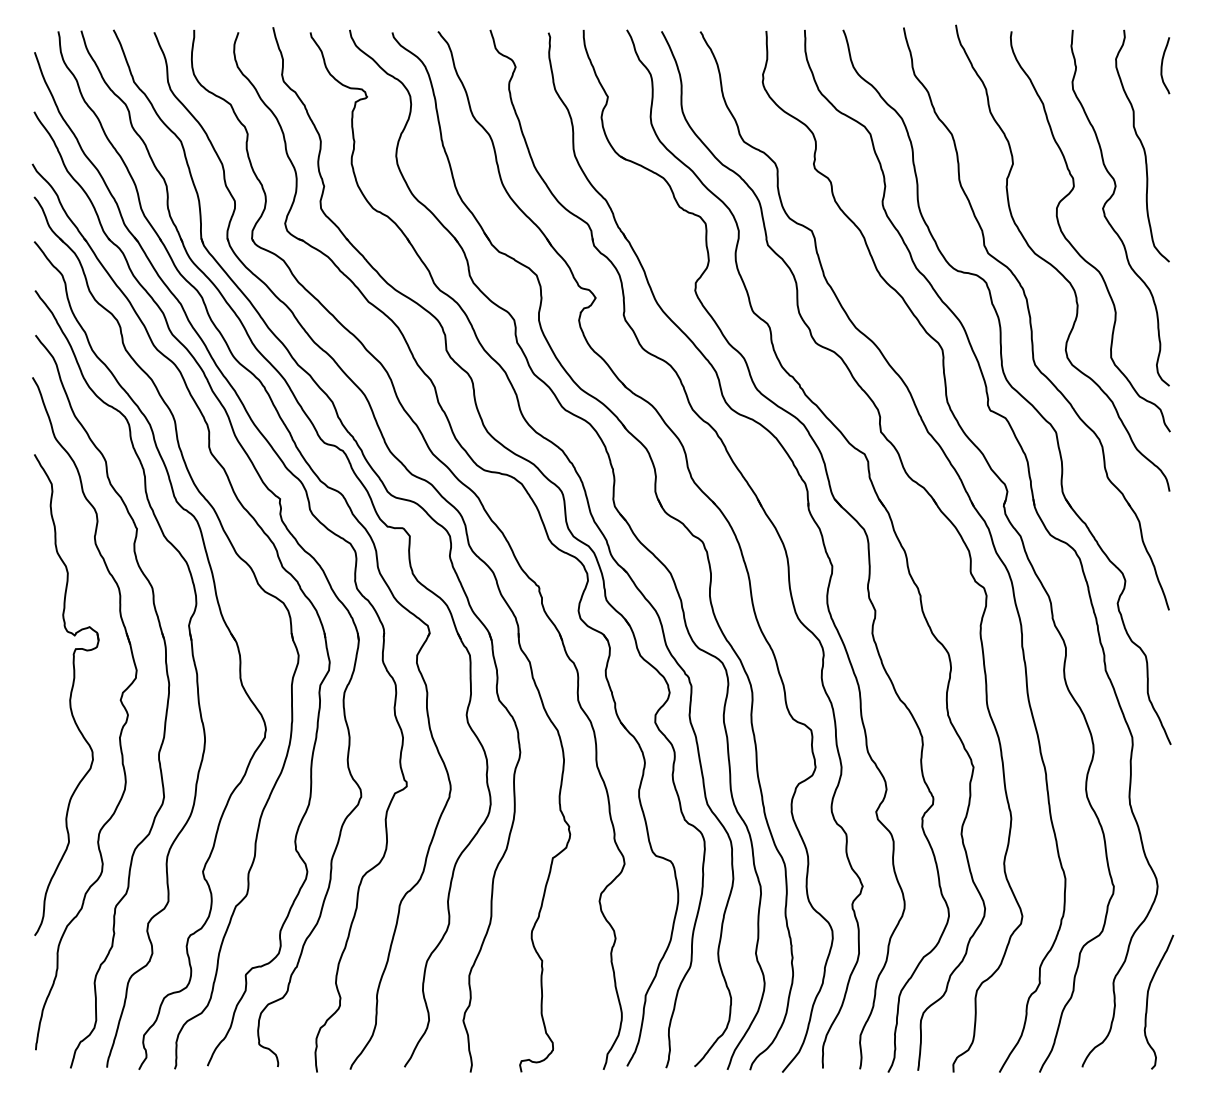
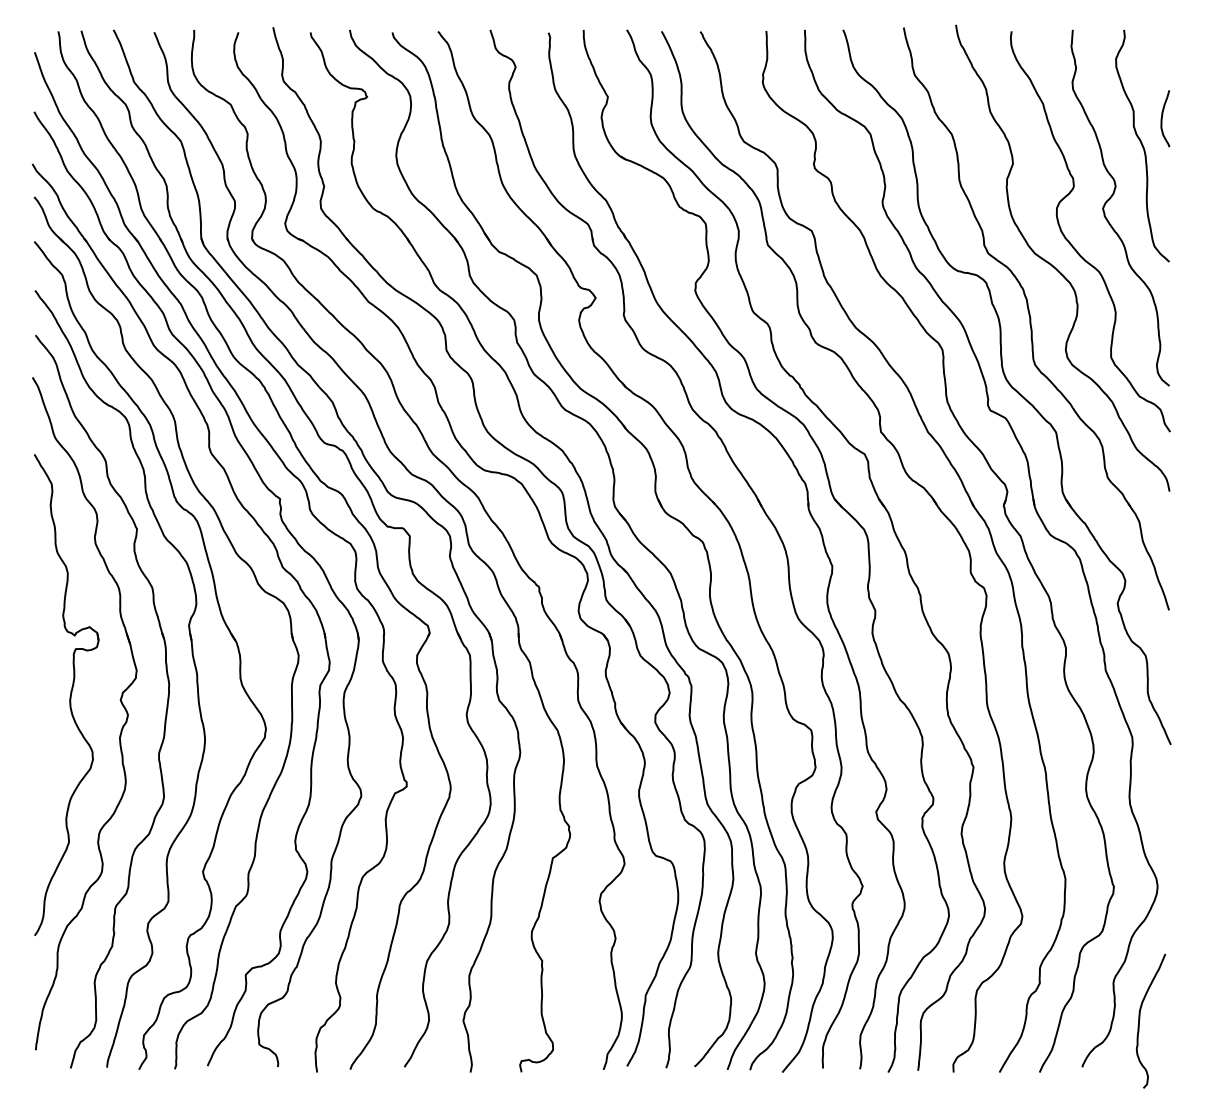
curve at (1162, 65) position: (1162, 65) -> (1162, 118)
curve at (1148, 1000) position: (1148, 1000) -> (1140, 1019)
